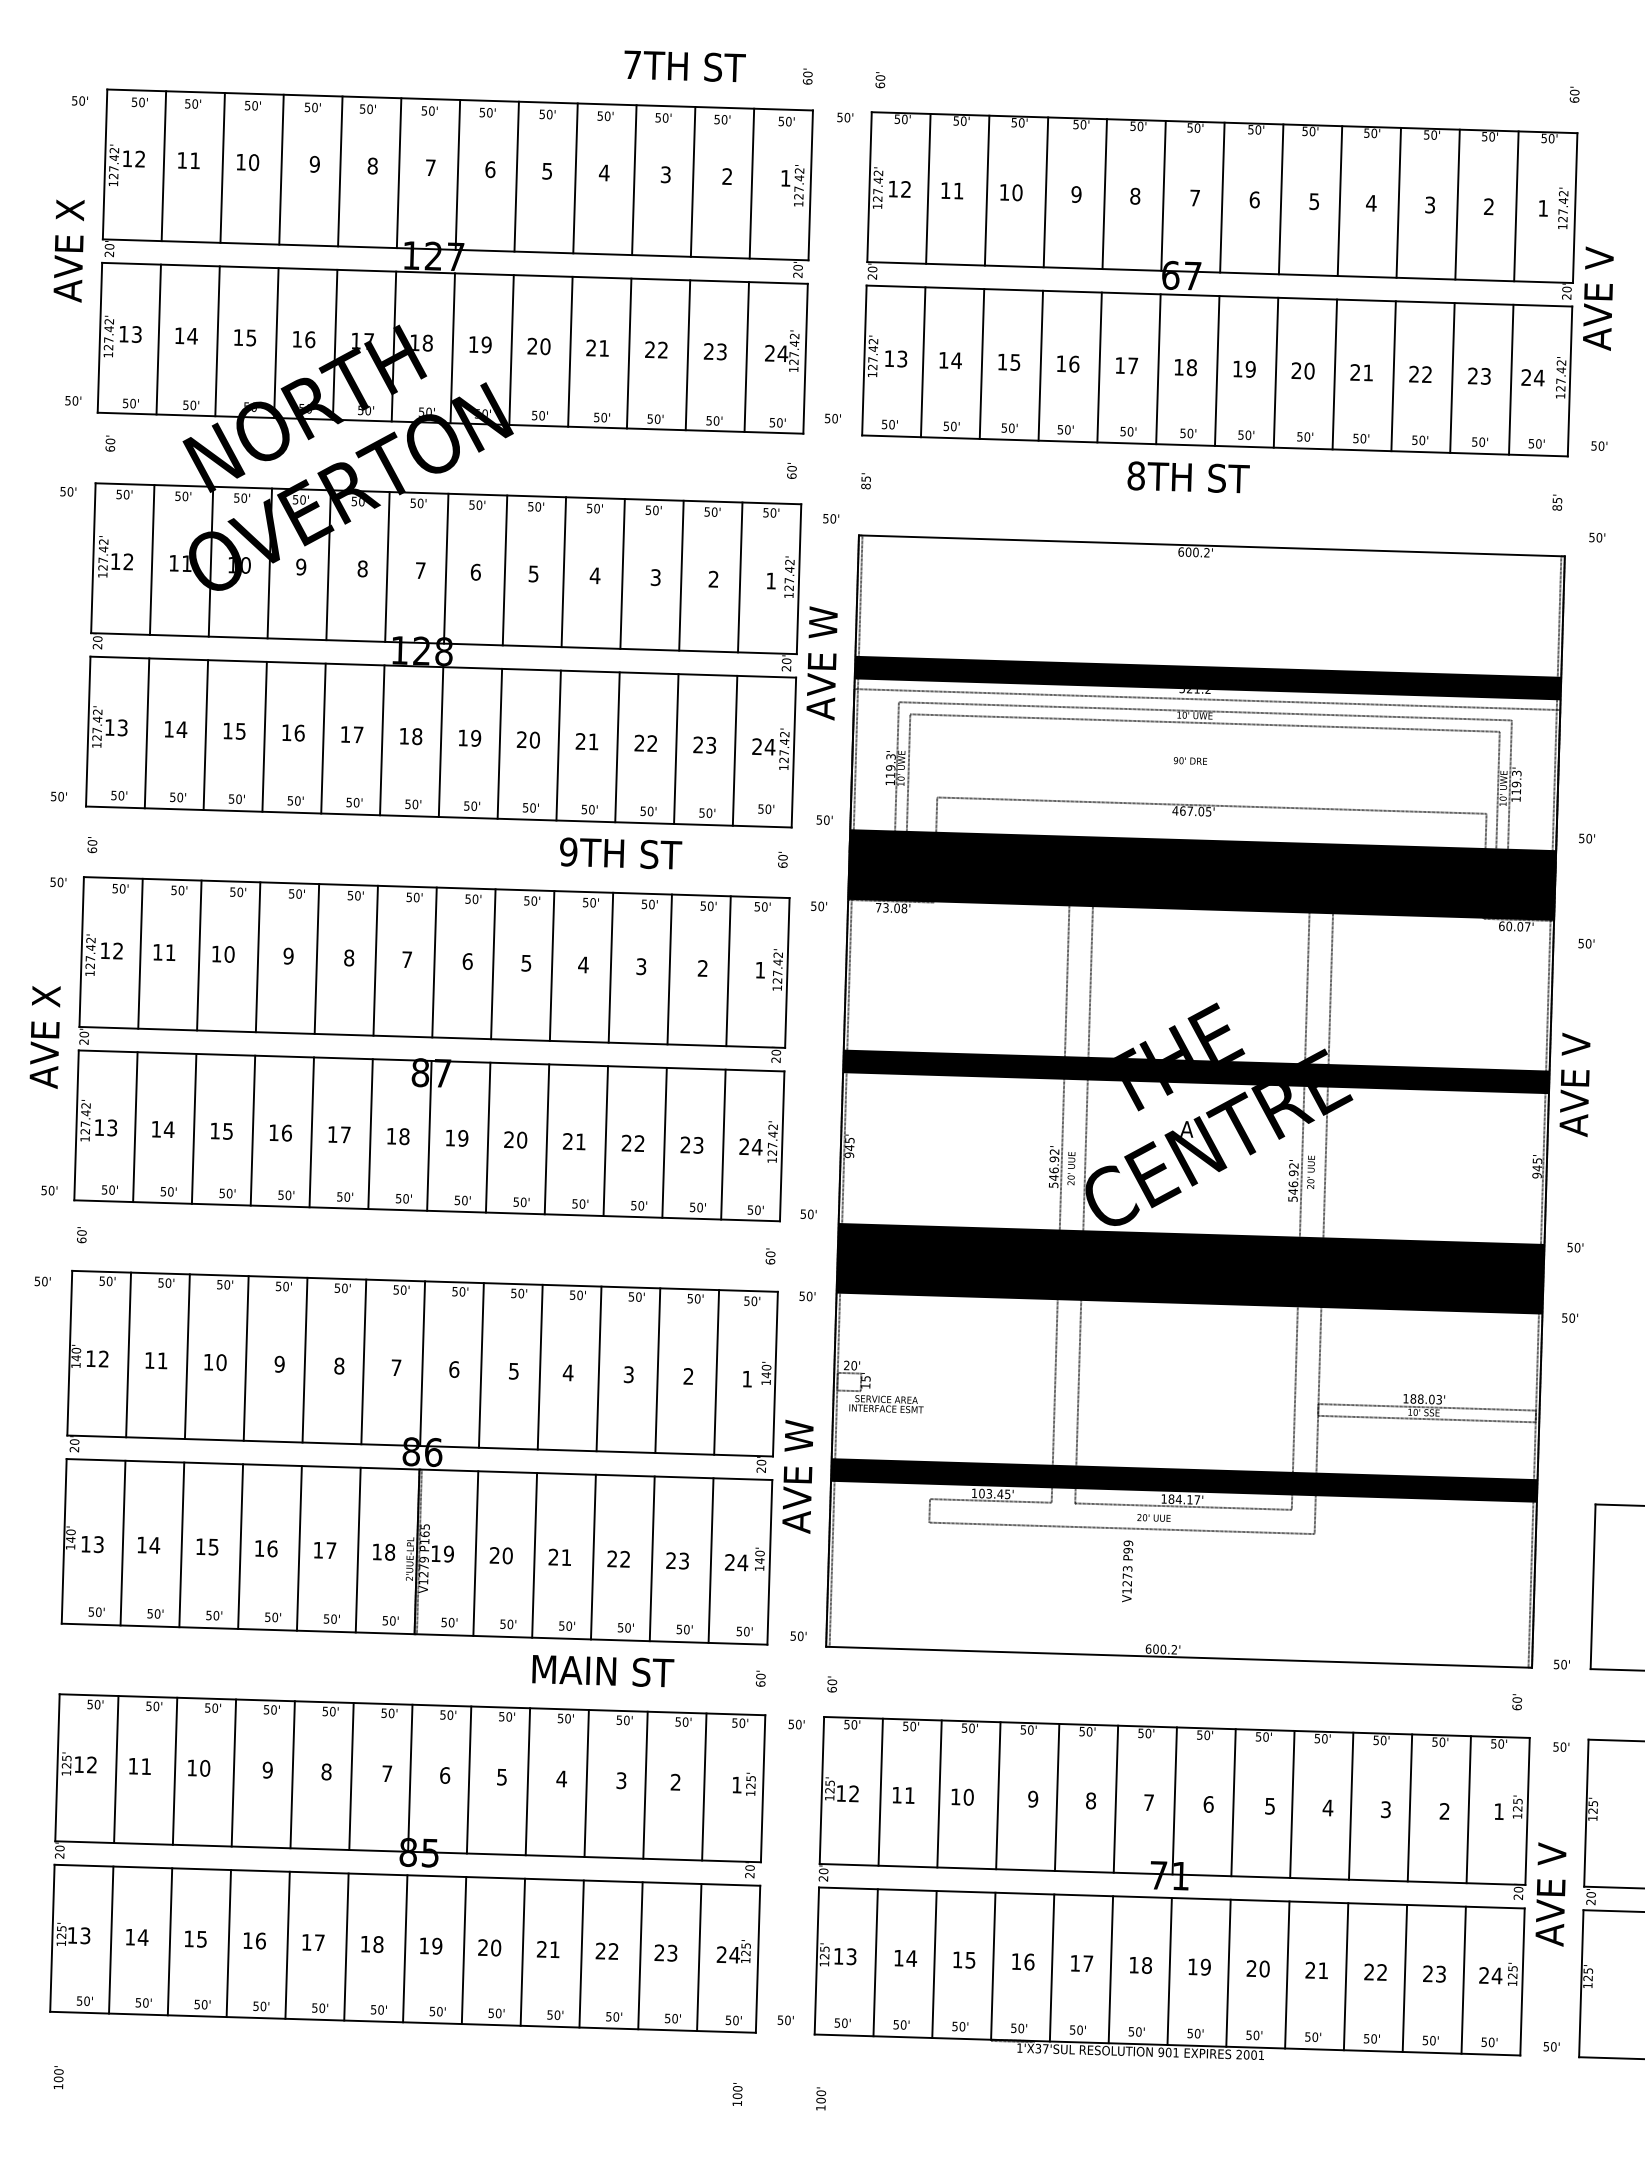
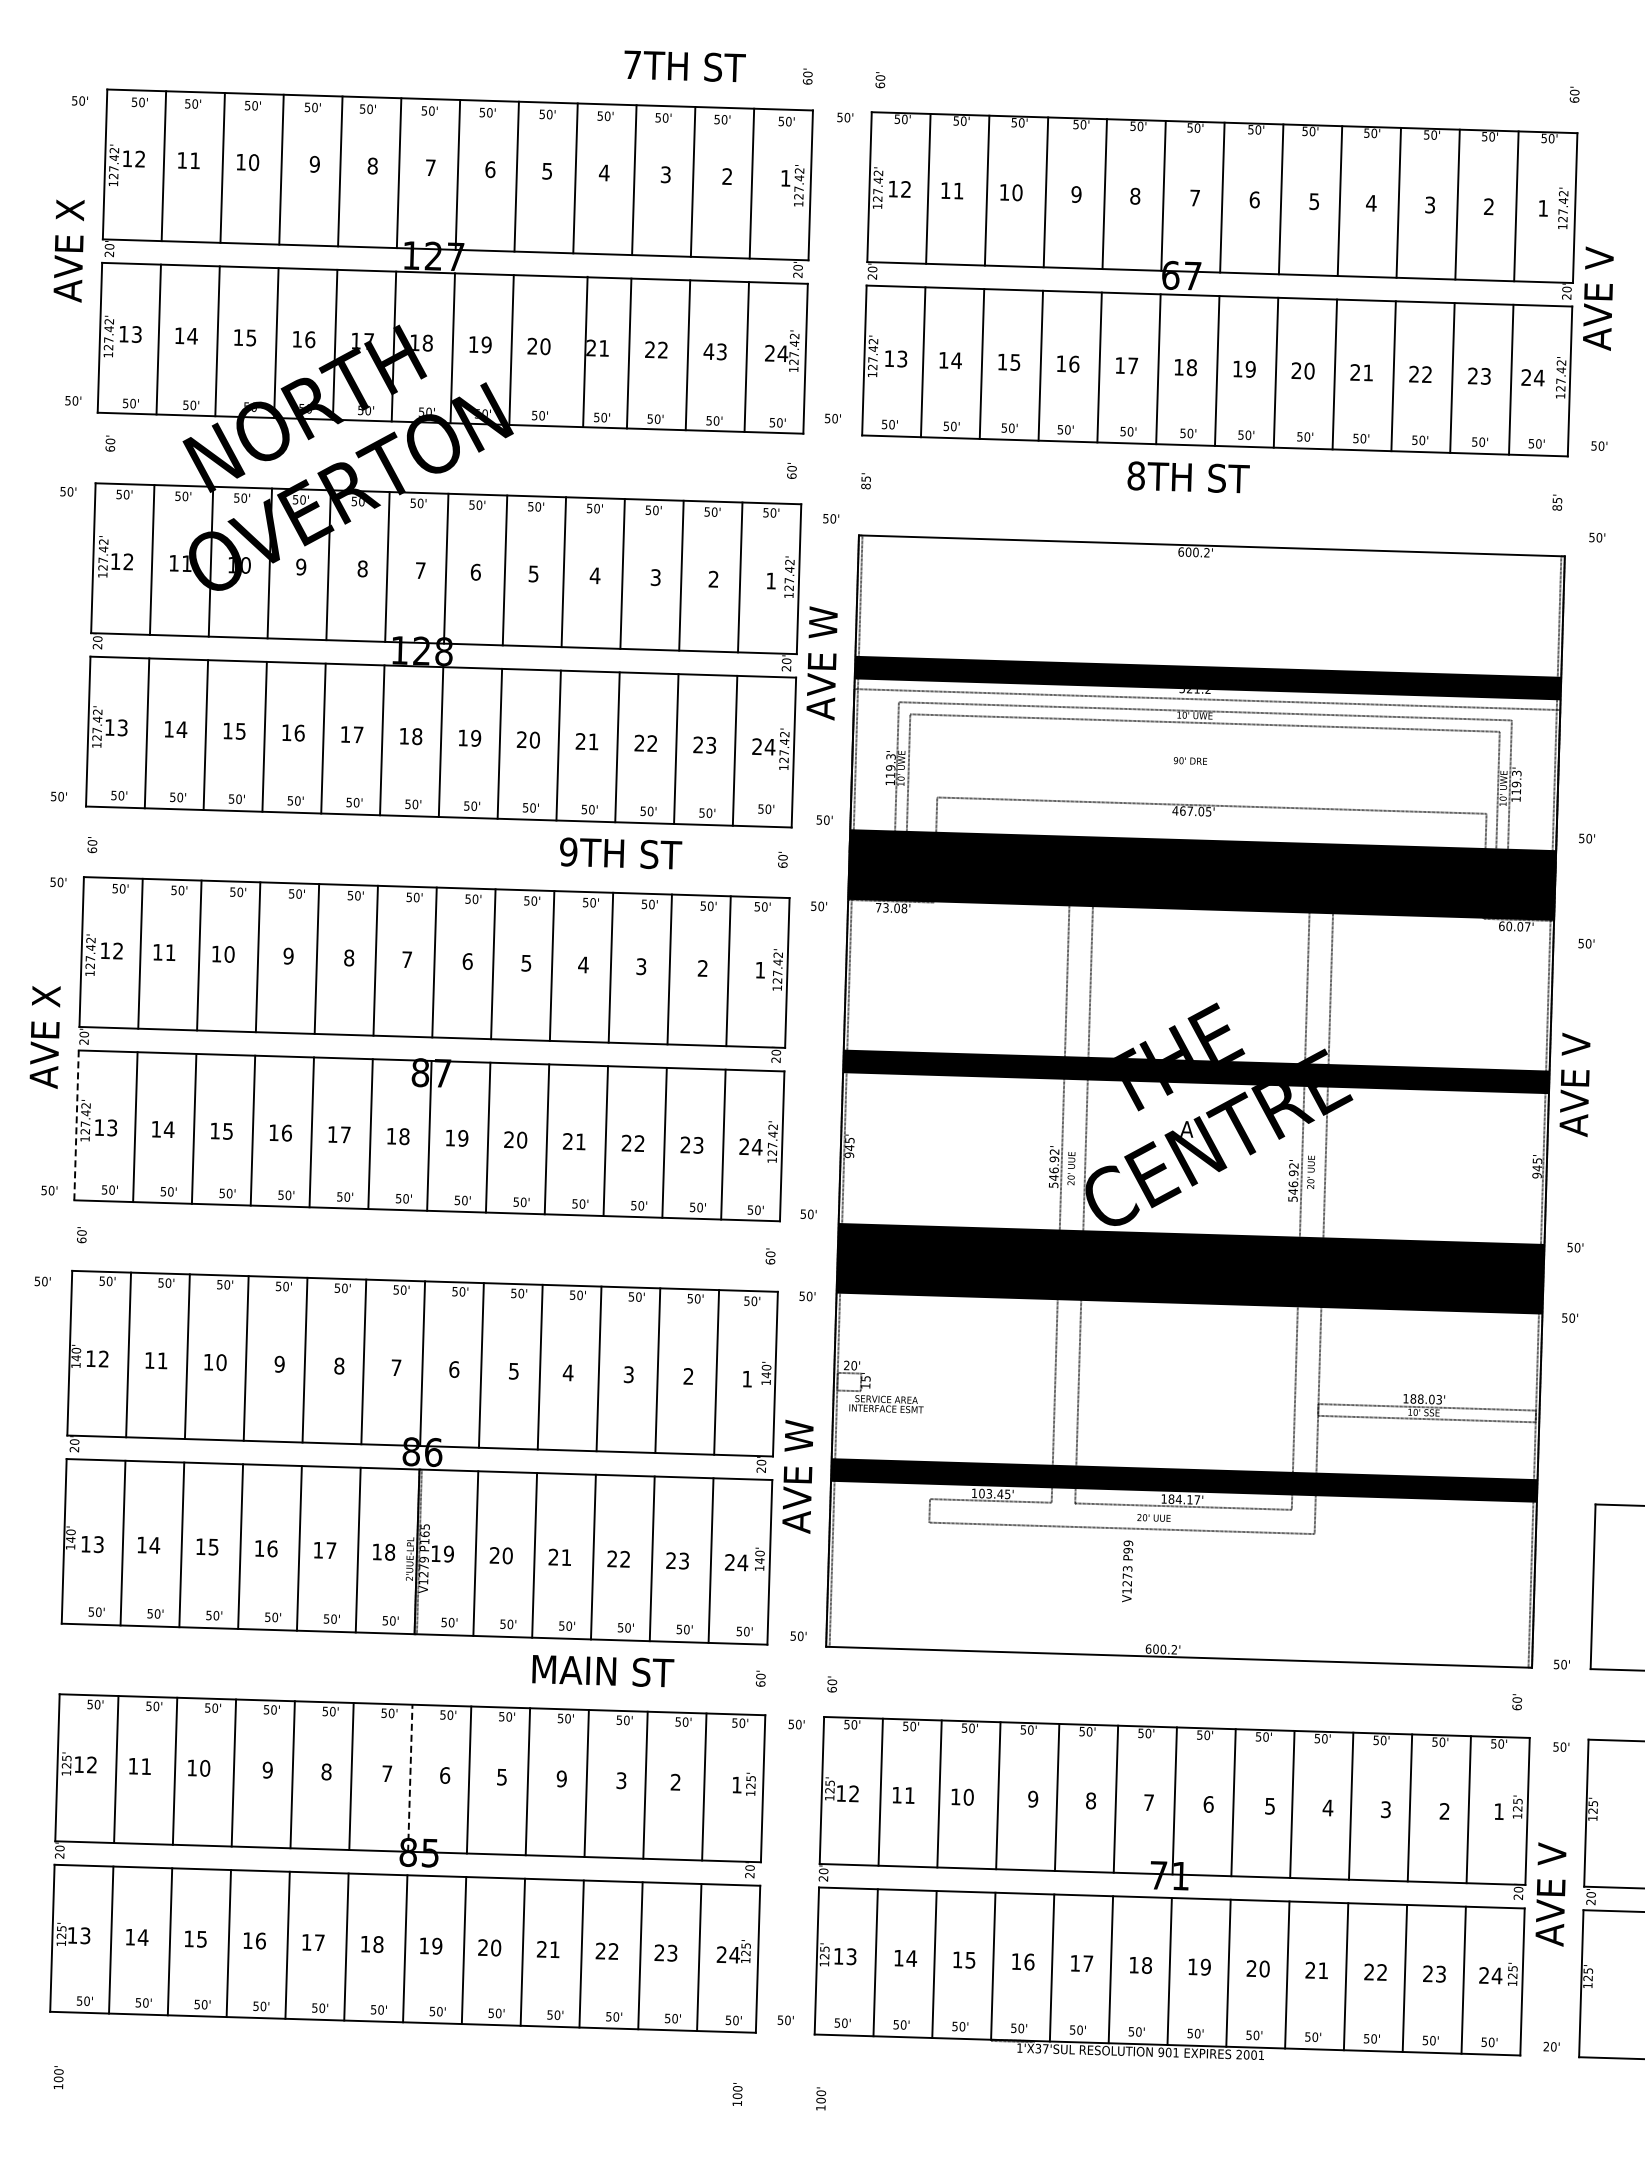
line at (570, 351) position: (570, 351) -> (585, 351)
text at (708, 351): 23 -> 43
line at (76, 1125): solid -> dashed
line at (410, 1778): solid -> dashed
text at (561, 1778): 4 -> 9
text at (1545, 2046): 50' -> 20'
